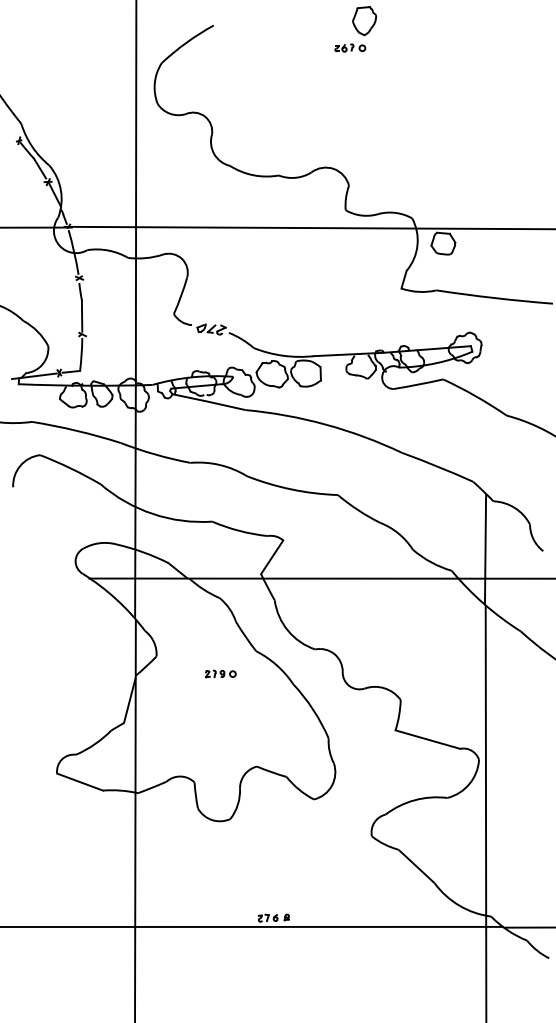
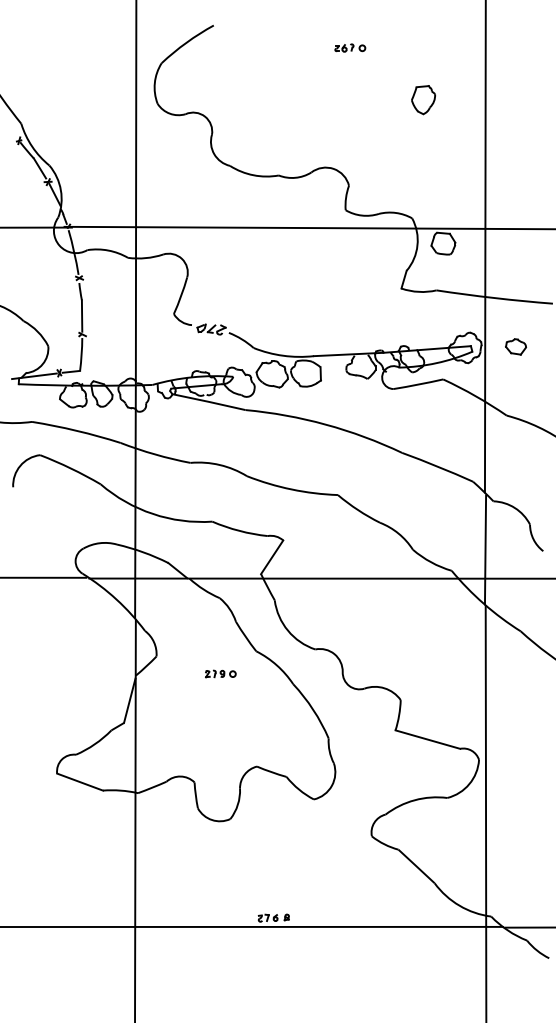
part at (364, 21) position: (364, 21) -> (423, 100)
line at (484, 247): none -> present
part at (515, 346): none -> present
line at (44, 577): none -> present
